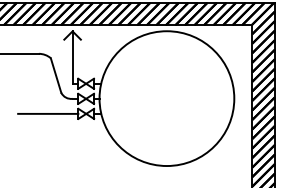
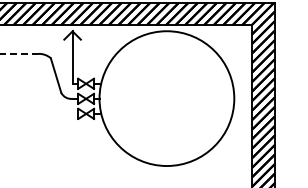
line at (19, 53): solid -> dashed
line at (48, 113): present -> none
